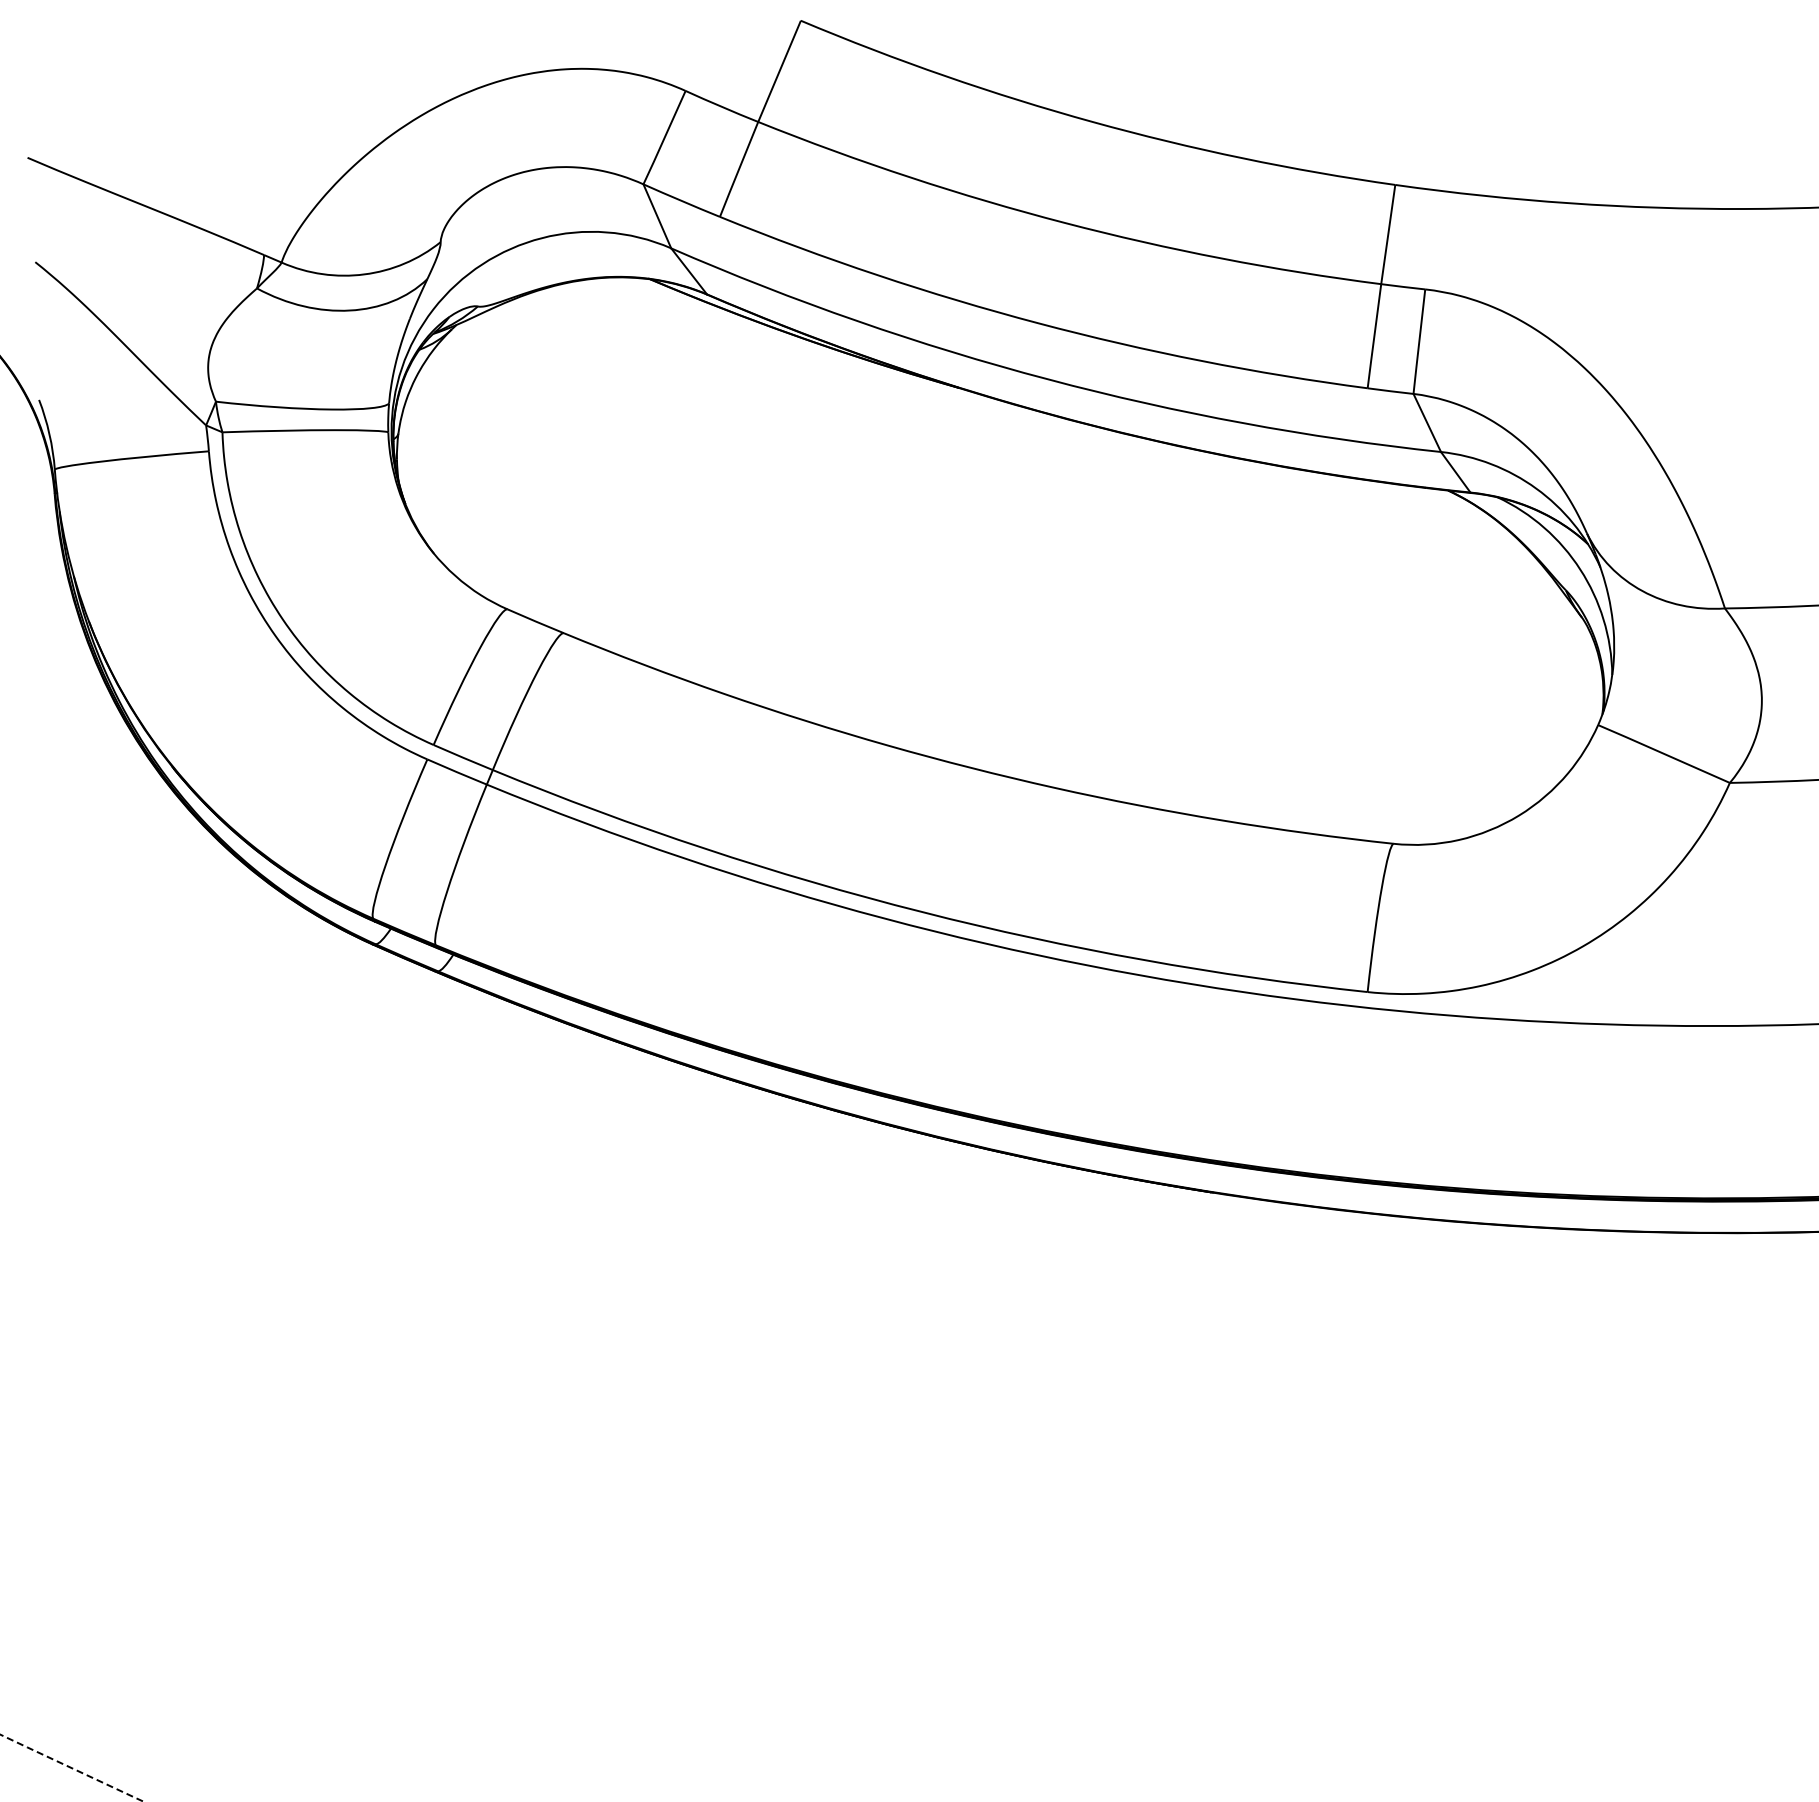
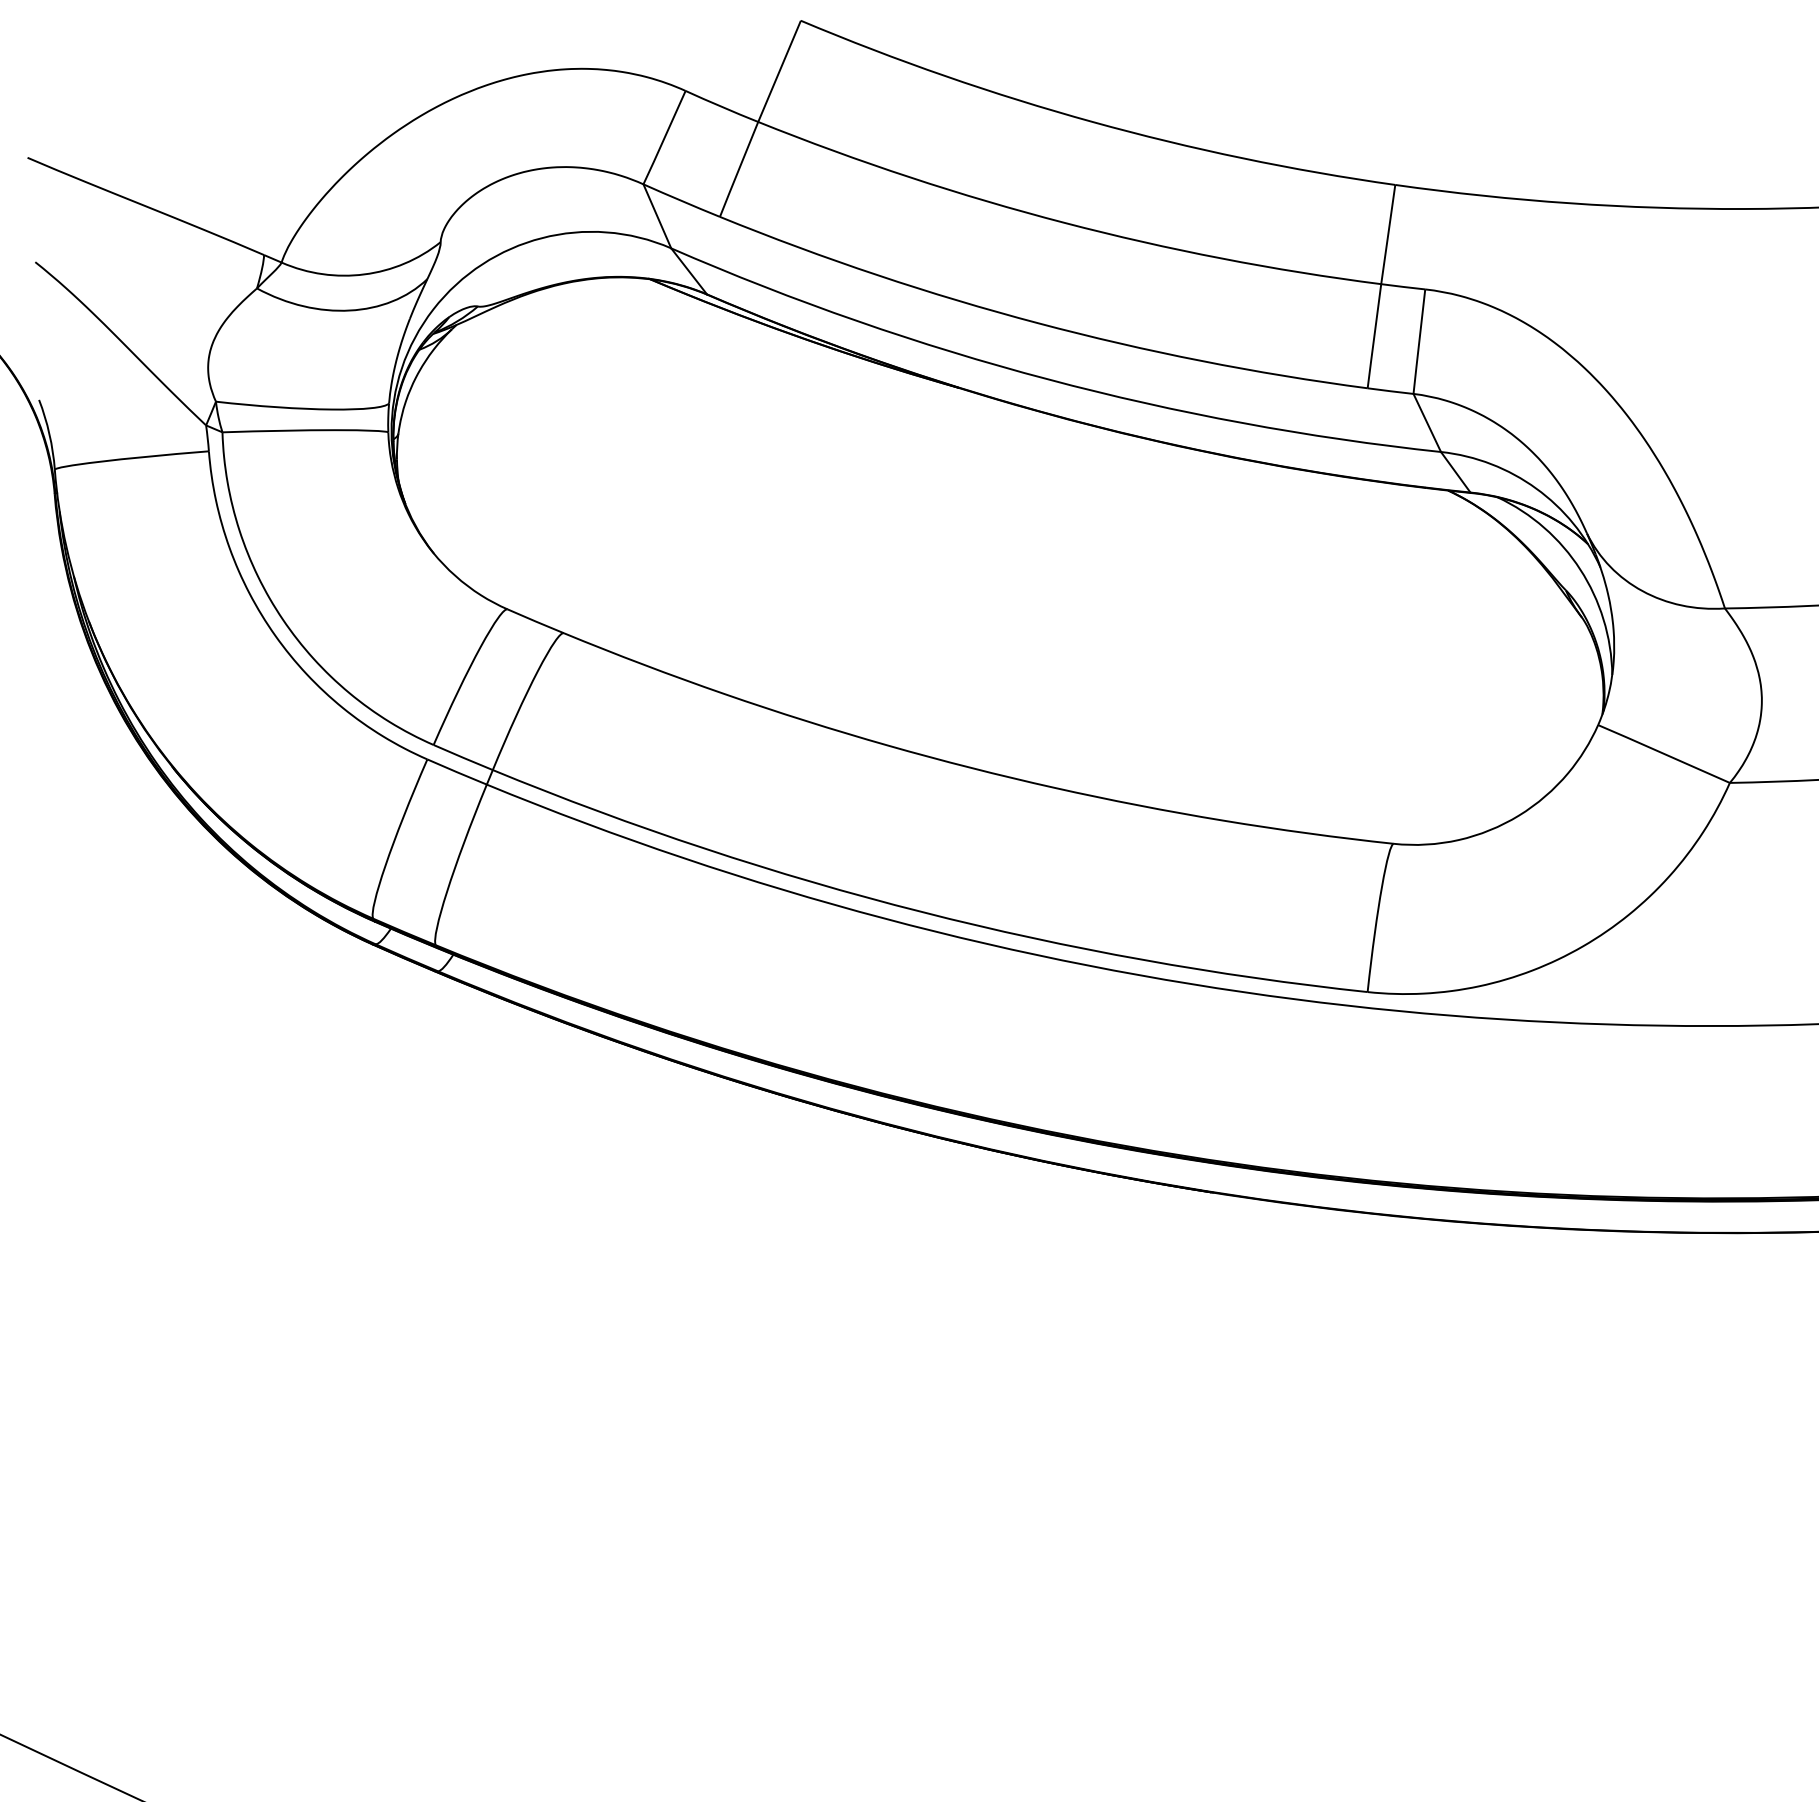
arc at (72, 1768): dashed -> solid
